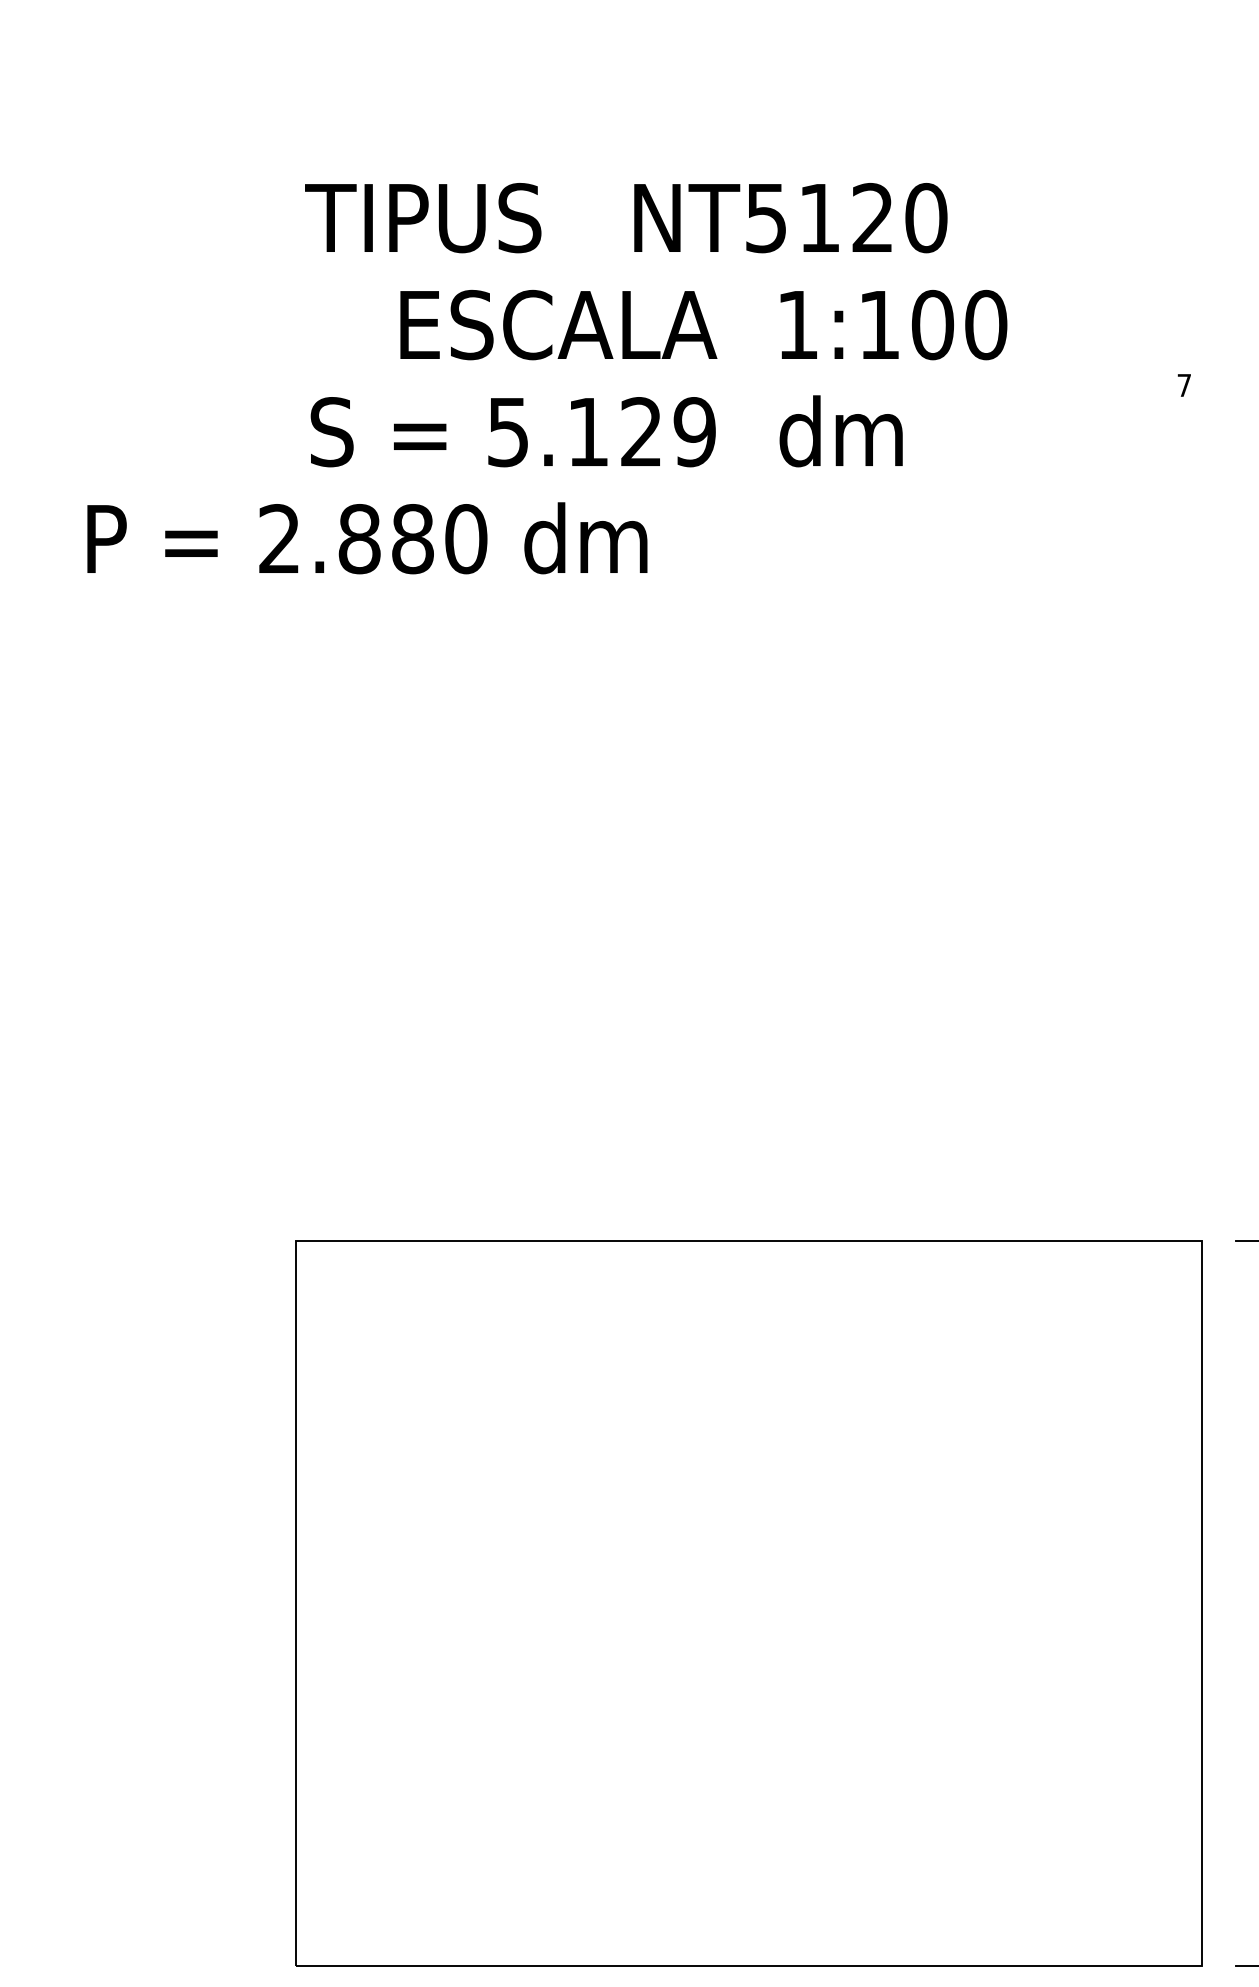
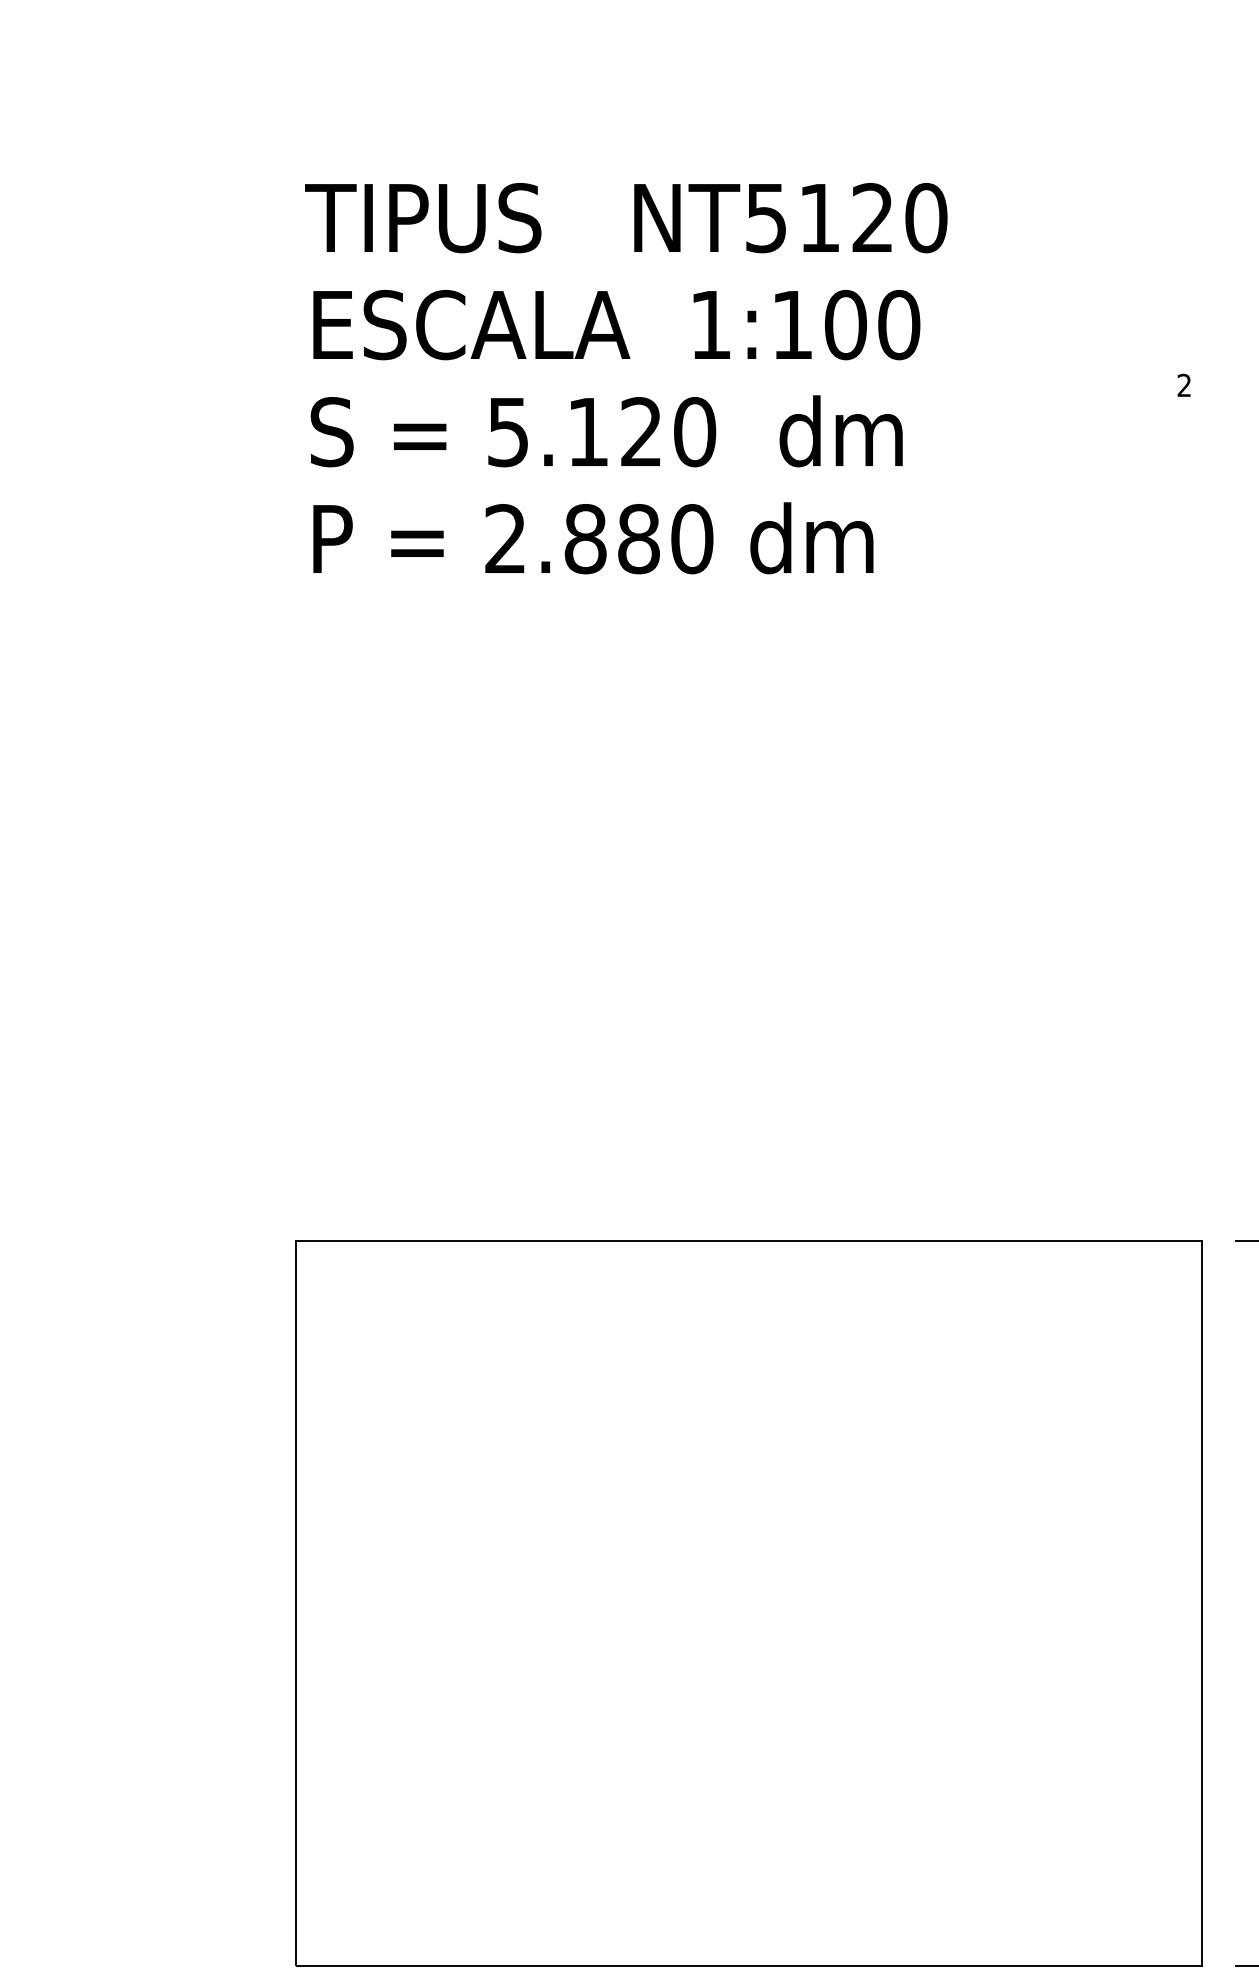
text at (703, 324) position: (703, 324) -> (616, 324)
text at (1183, 384): 7 -> 2
text at (694, 432): 5.129 -> 5.120
text at (367, 538) position: (367, 538) -> (593, 538)
